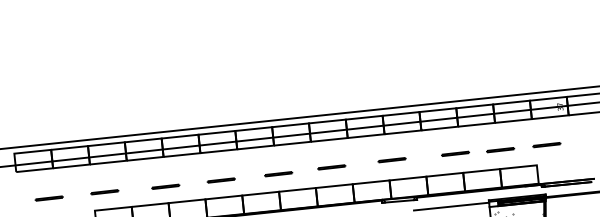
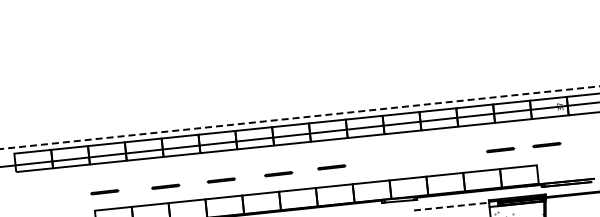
line at (299, 117): solid -> dashed
line at (455, 153): present -> none
line at (391, 160): present -> none
line at (48, 198): present -> none
line at (451, 206): solid -> dashed
